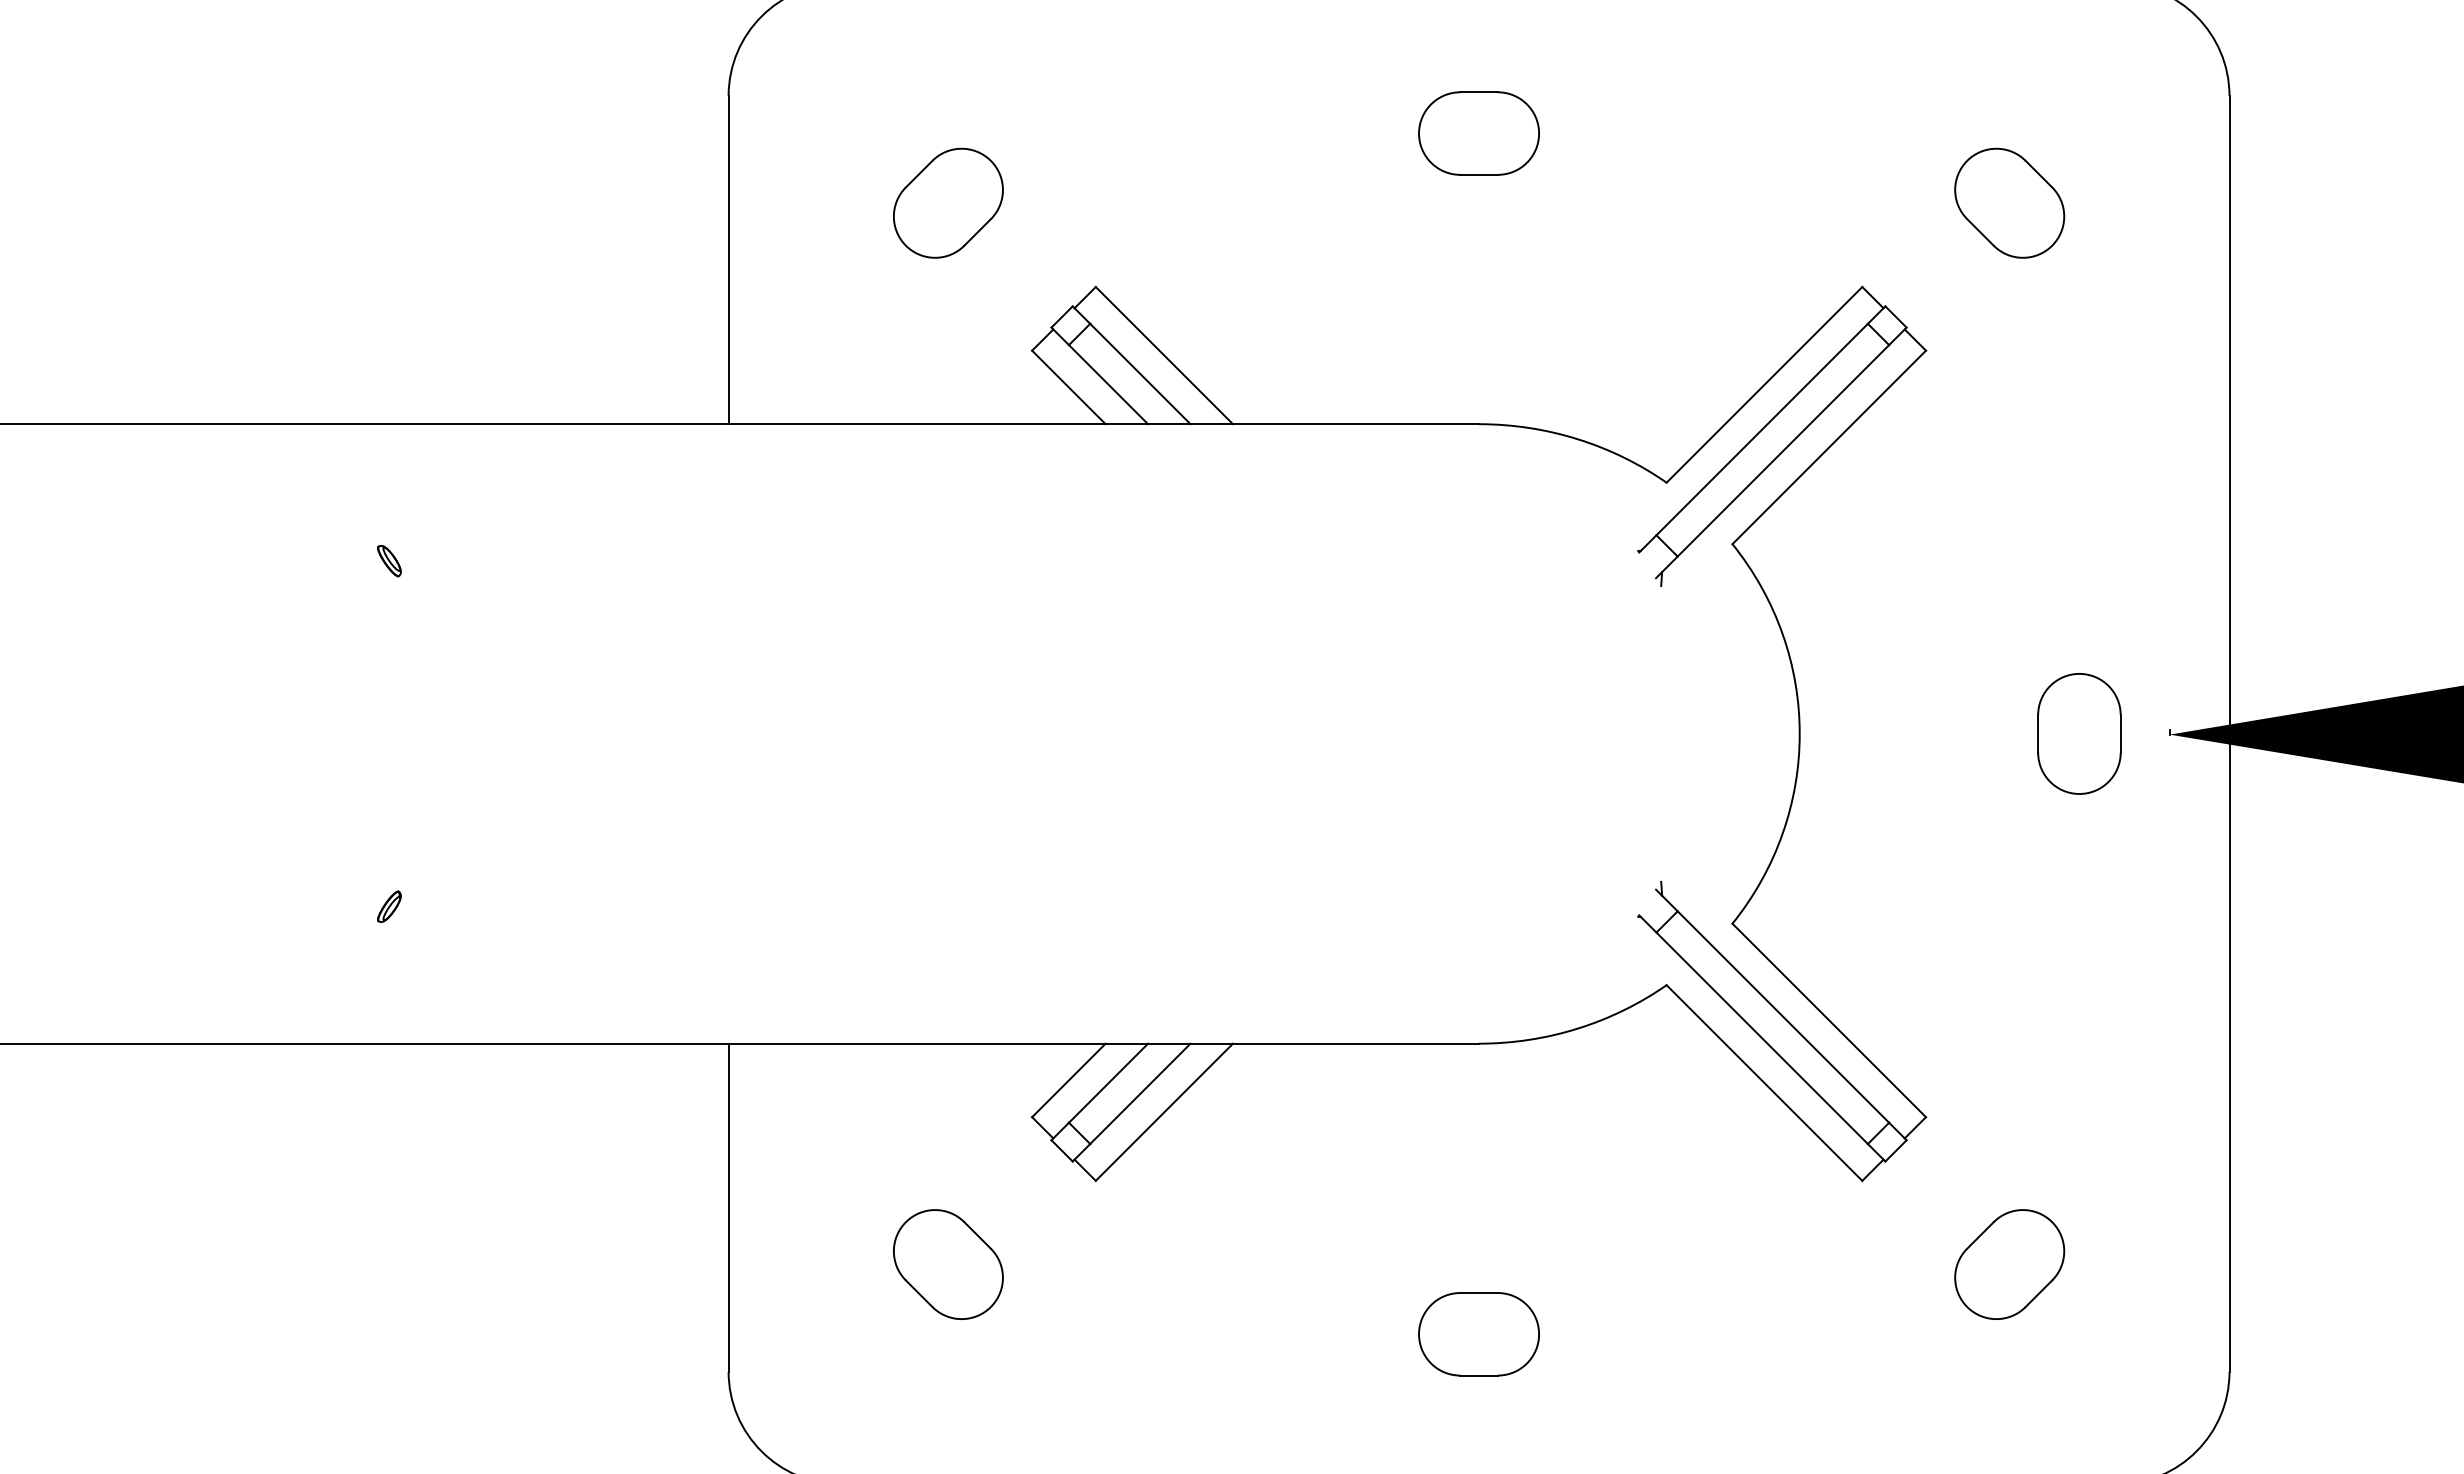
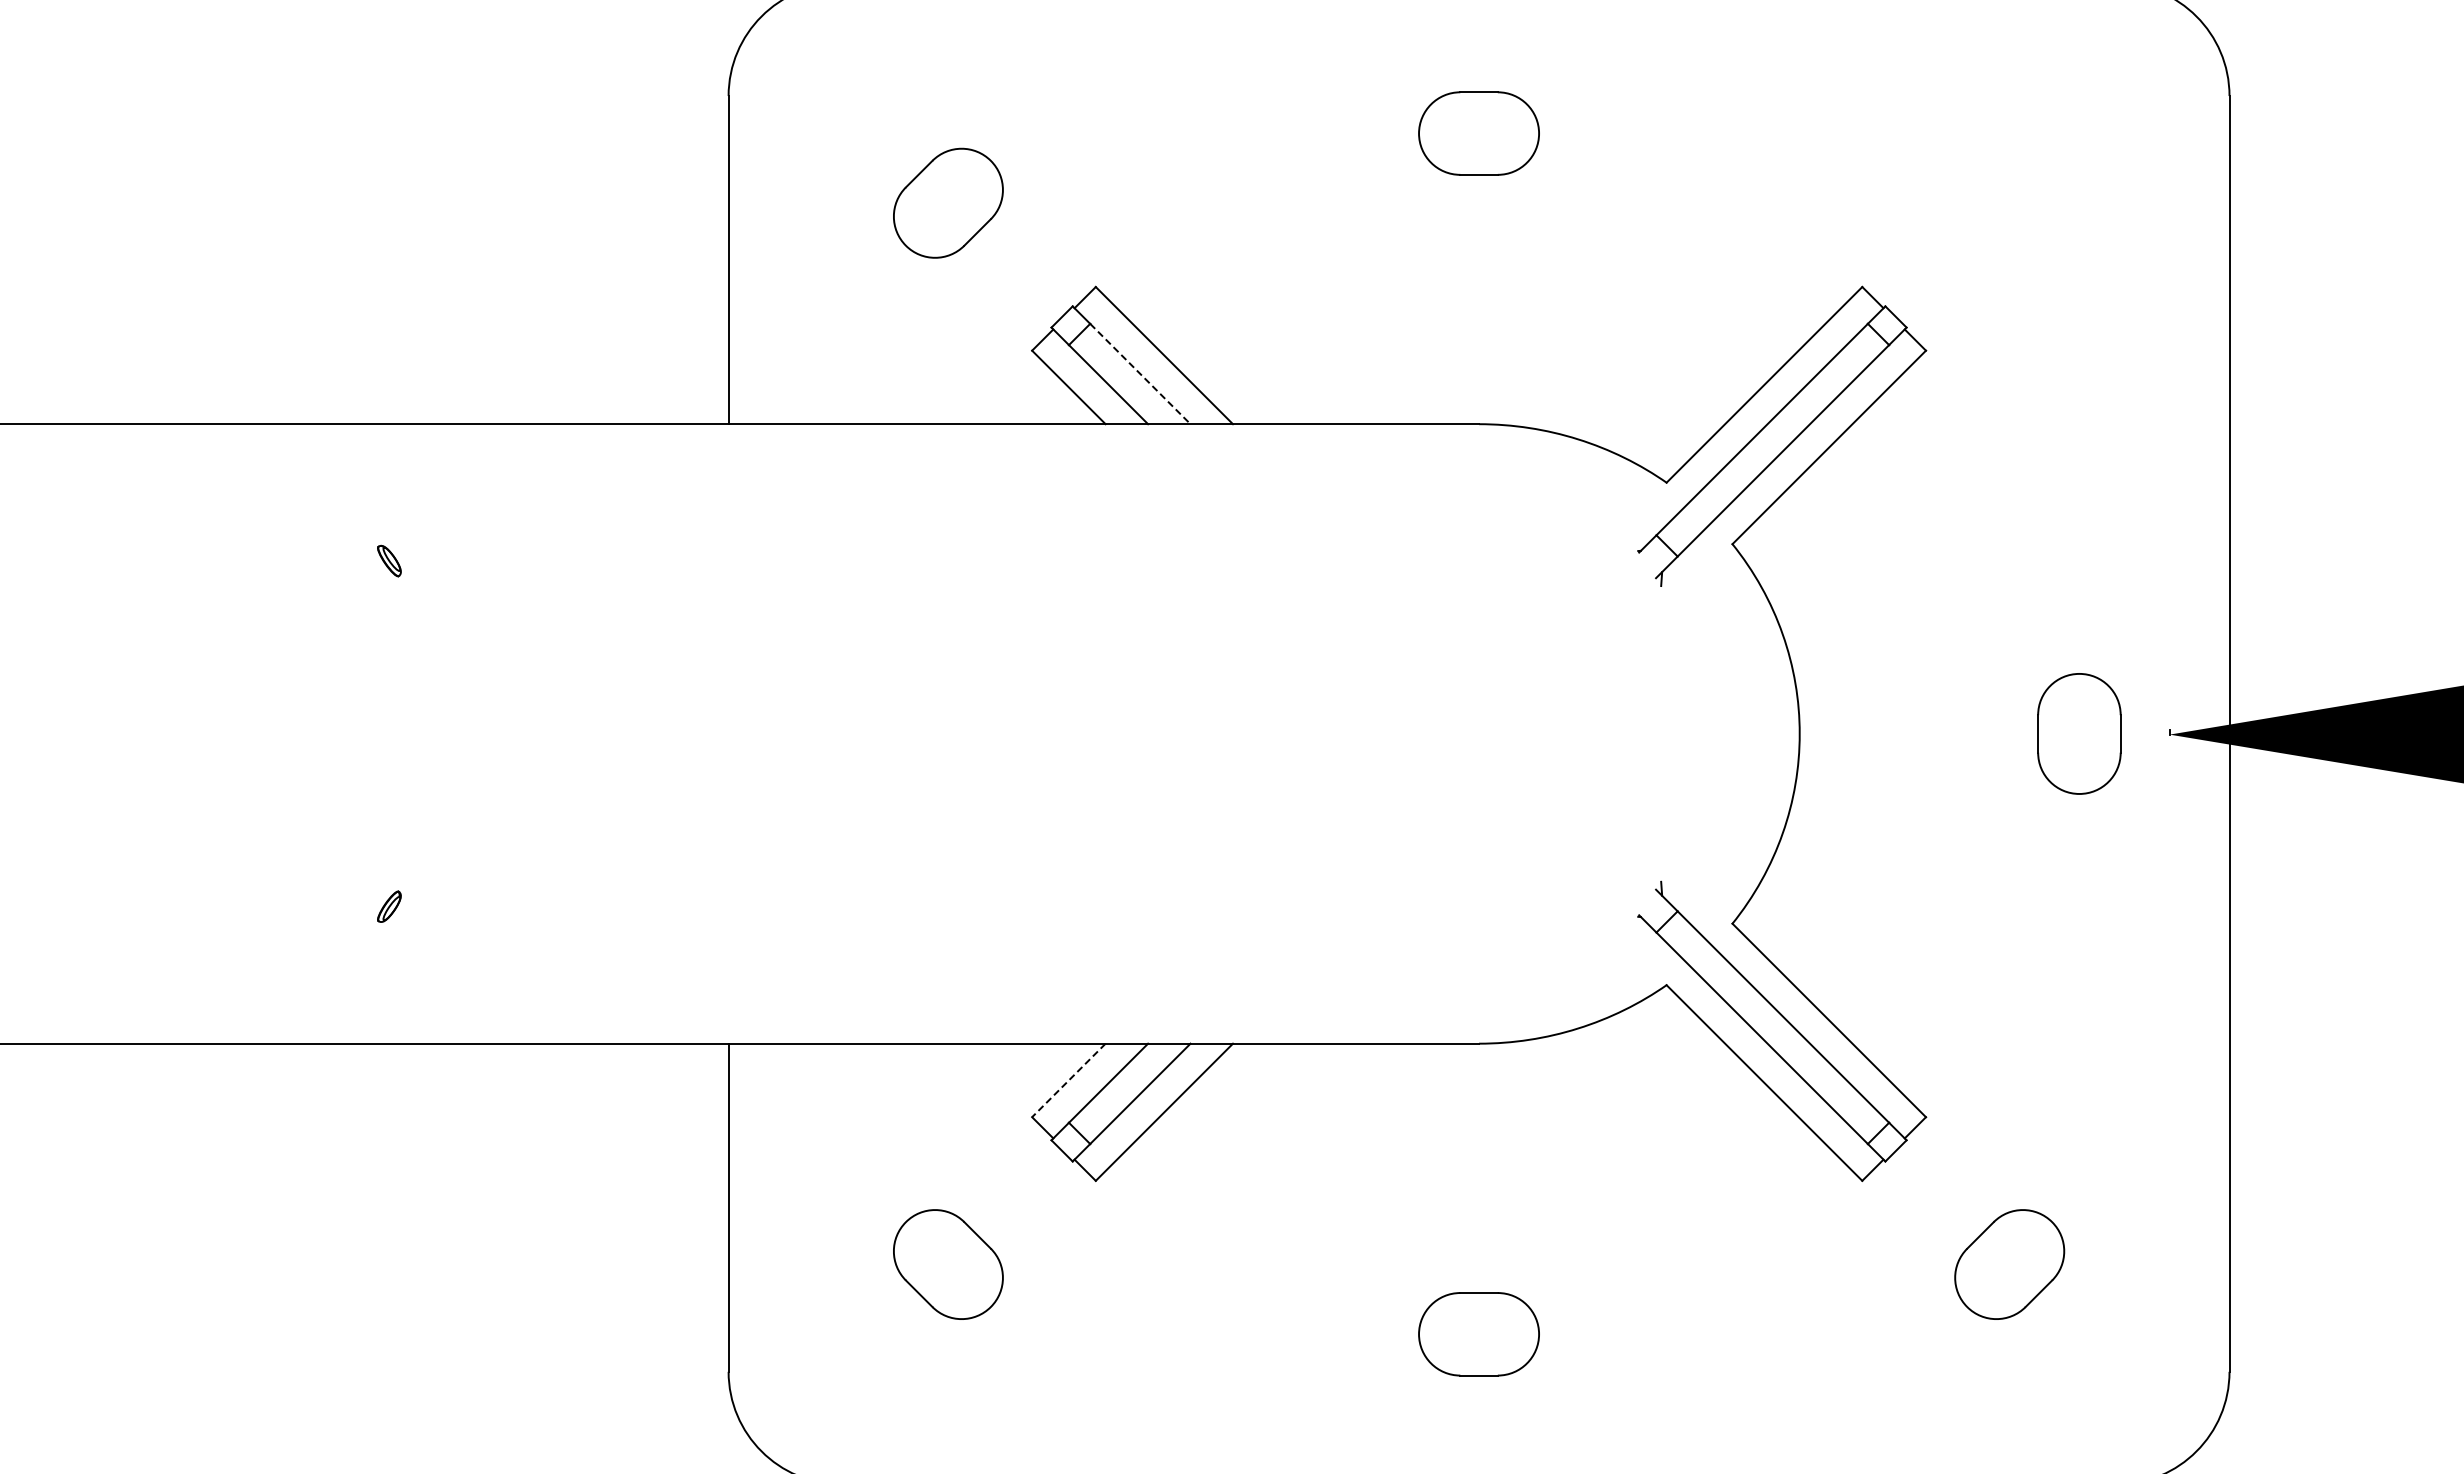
part at (2009, 202): present -> none
line at (1140, 374): solid -> dashed
line at (1068, 1080): solid -> dashed
